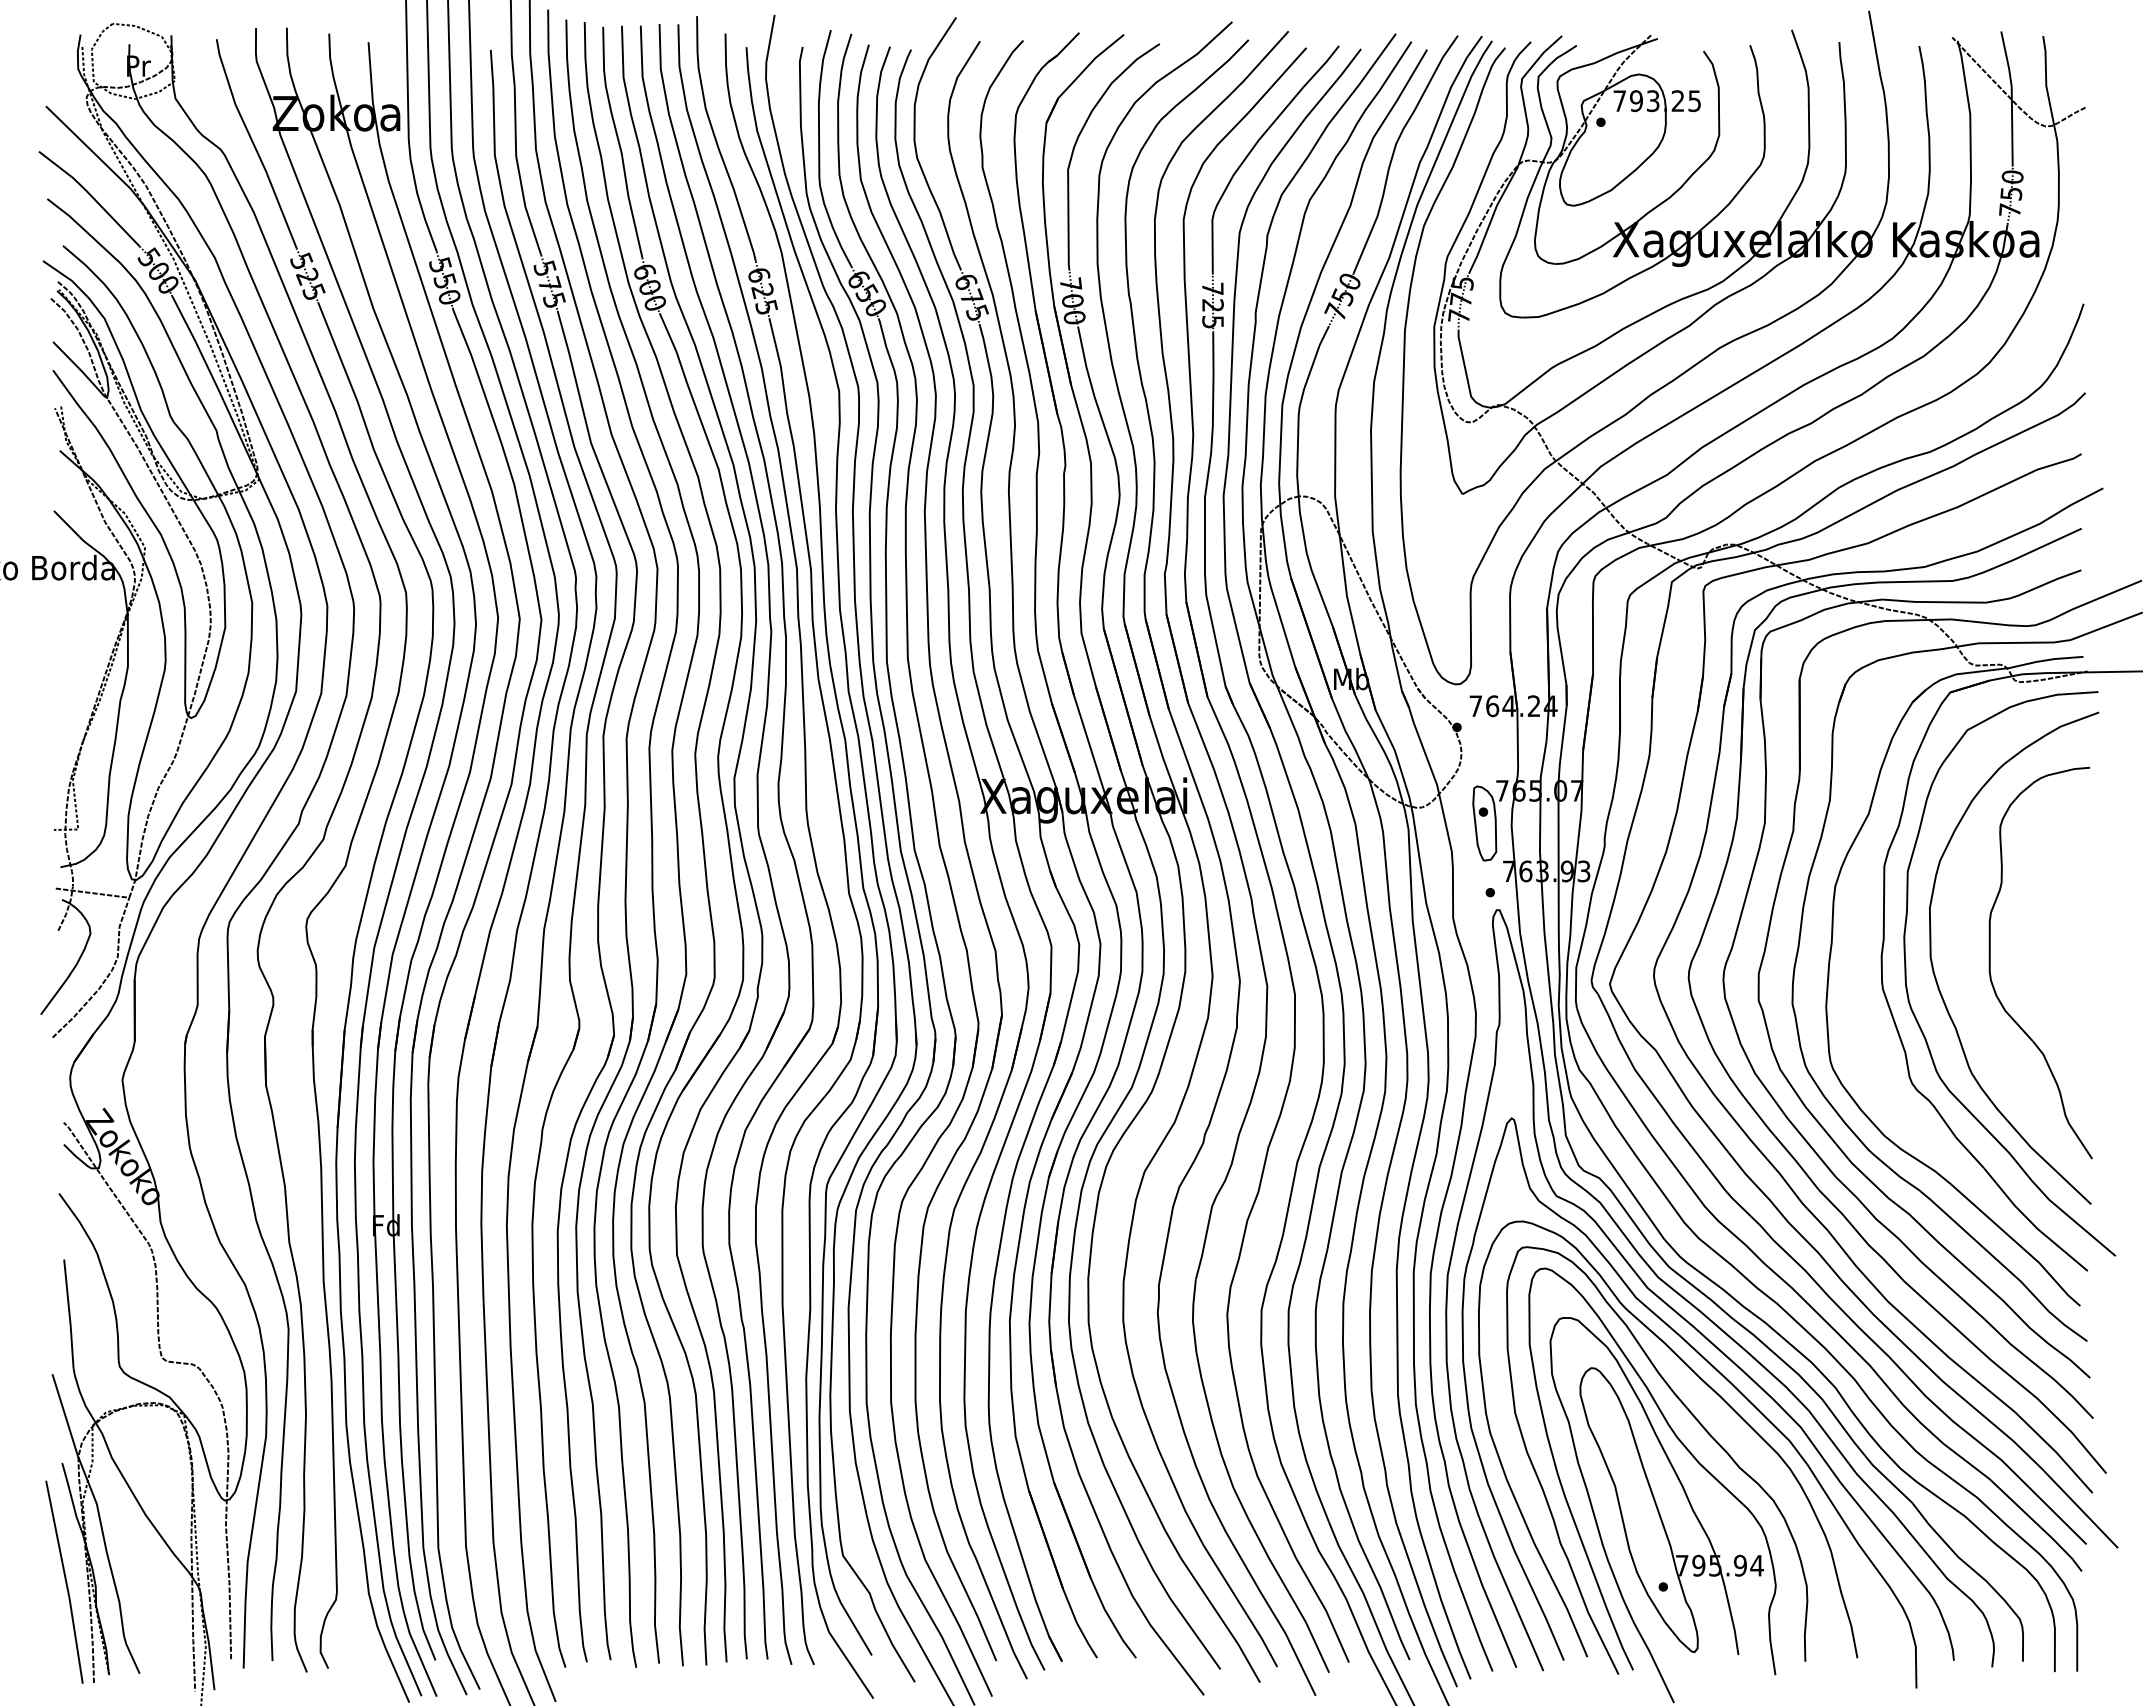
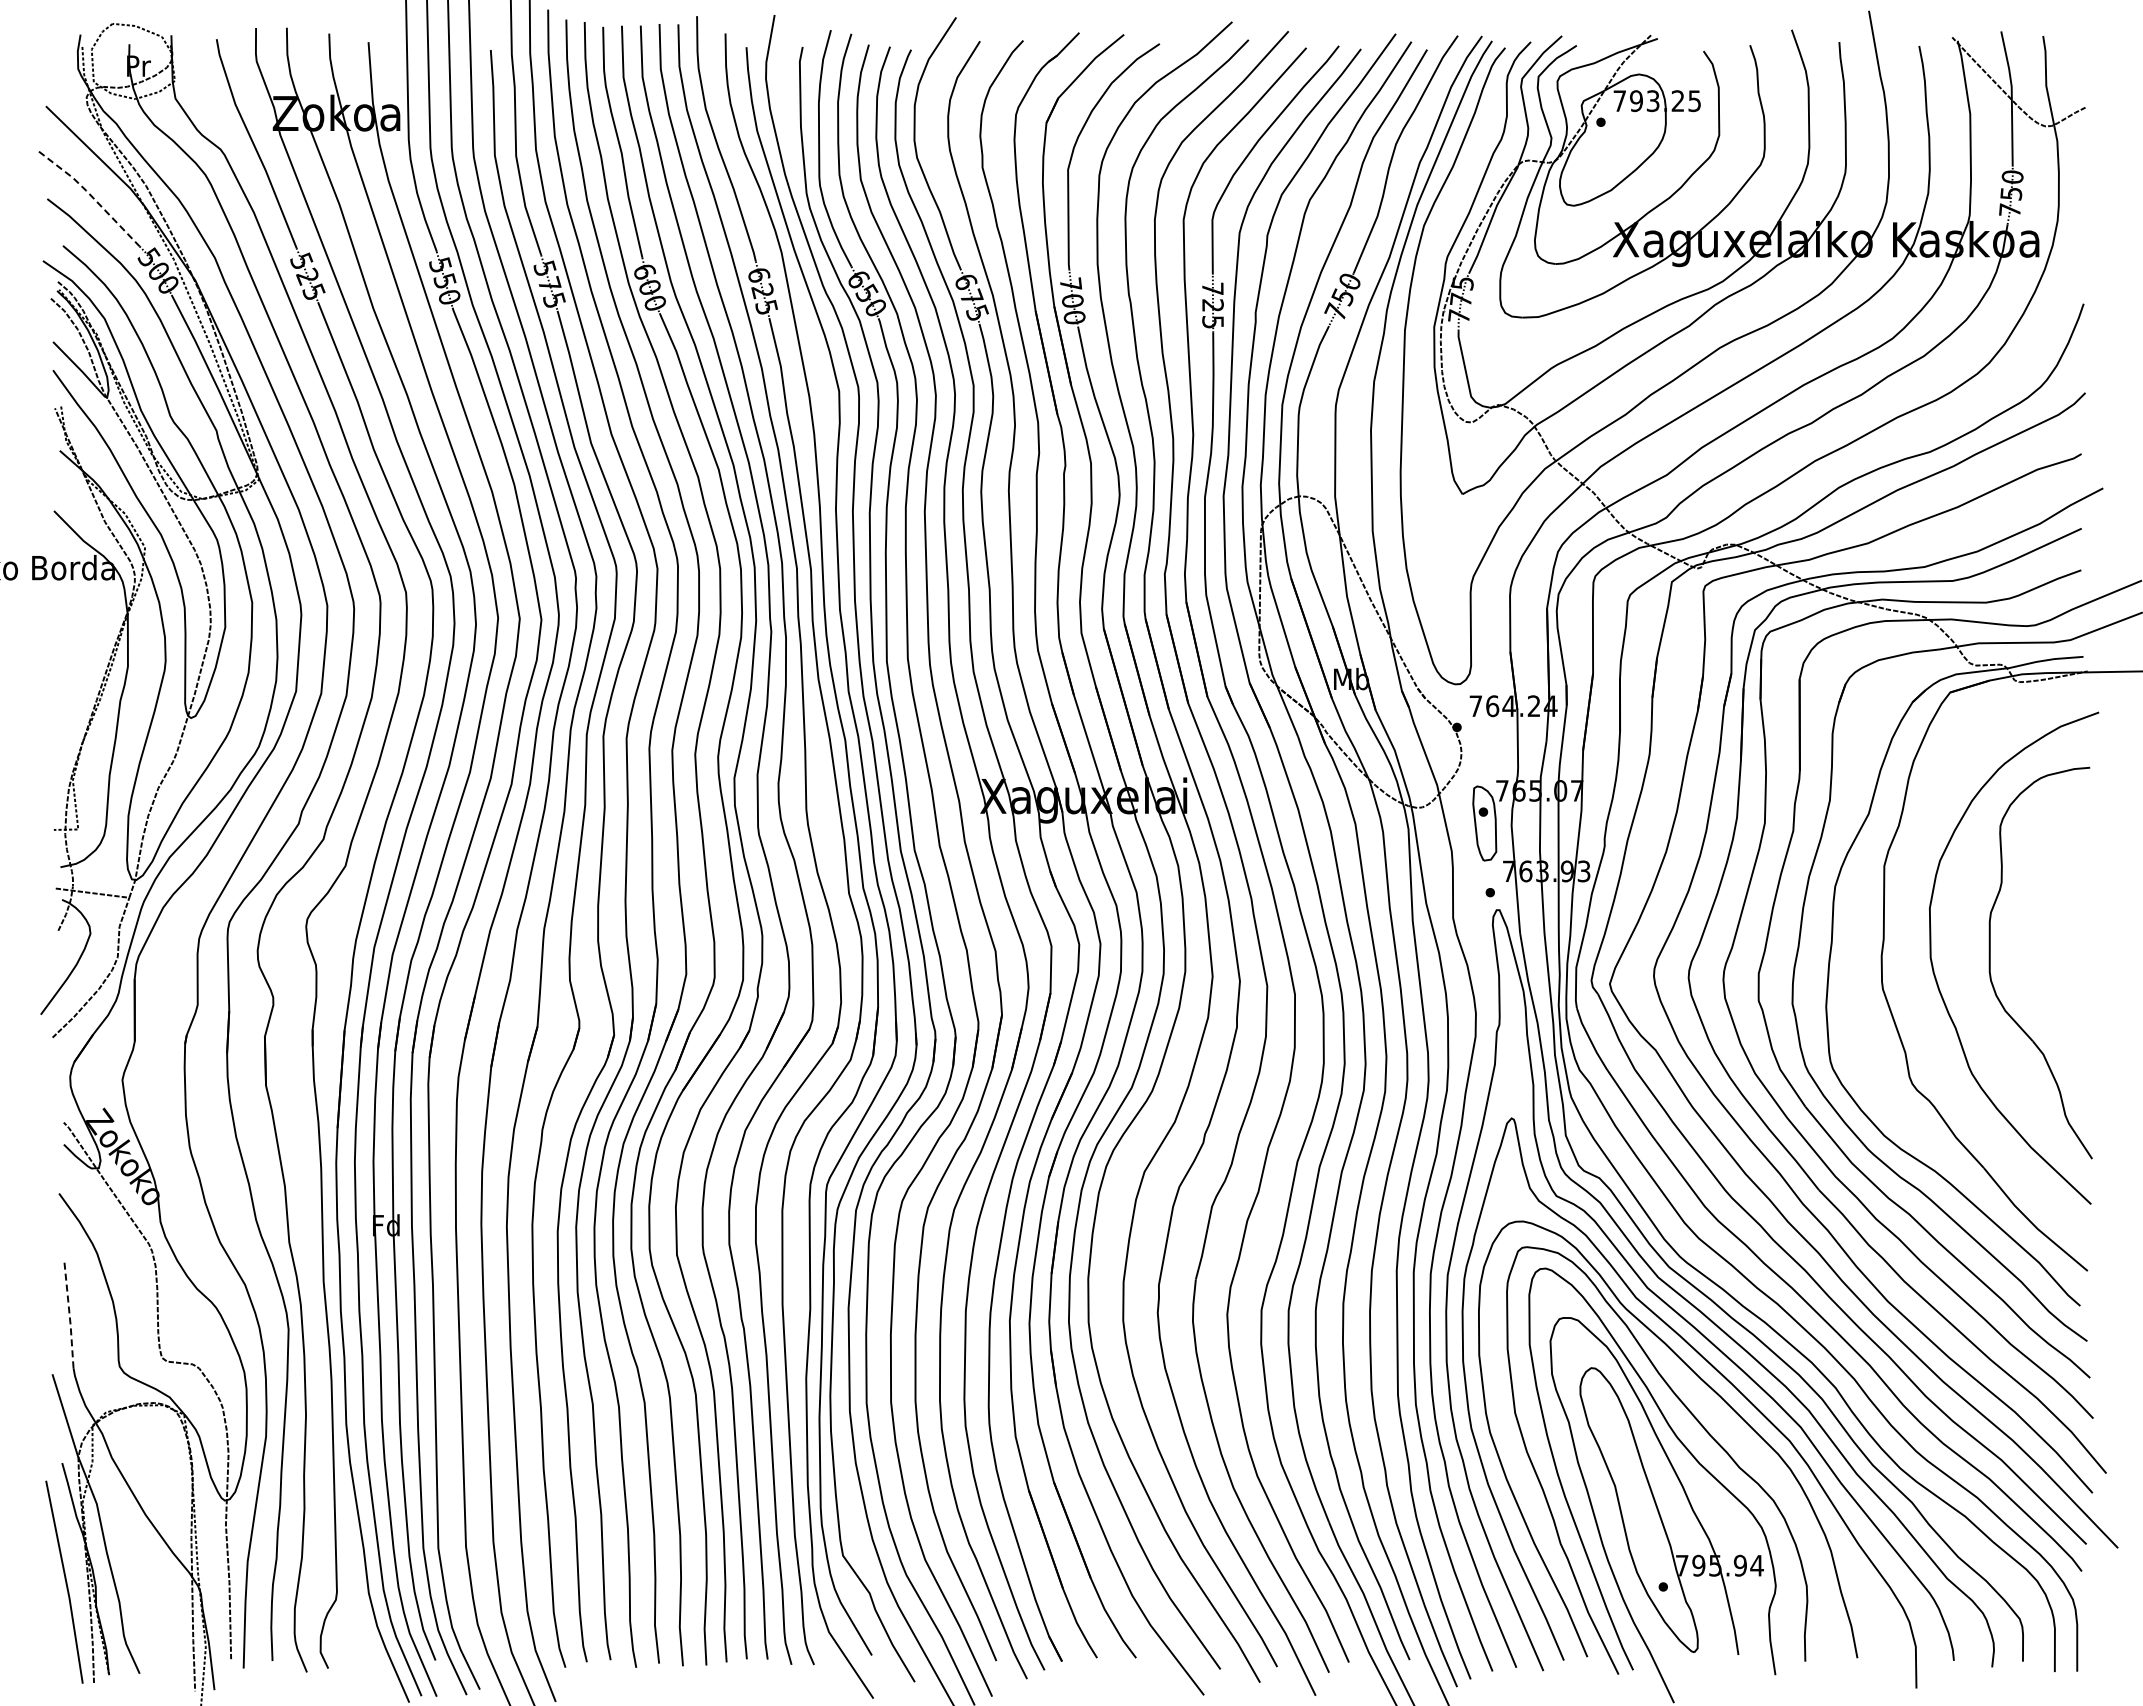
line at (91, 195): solid -> dashed
curve at (1908, 992): present -> none
line at (69, 1313): solid -> dashed
